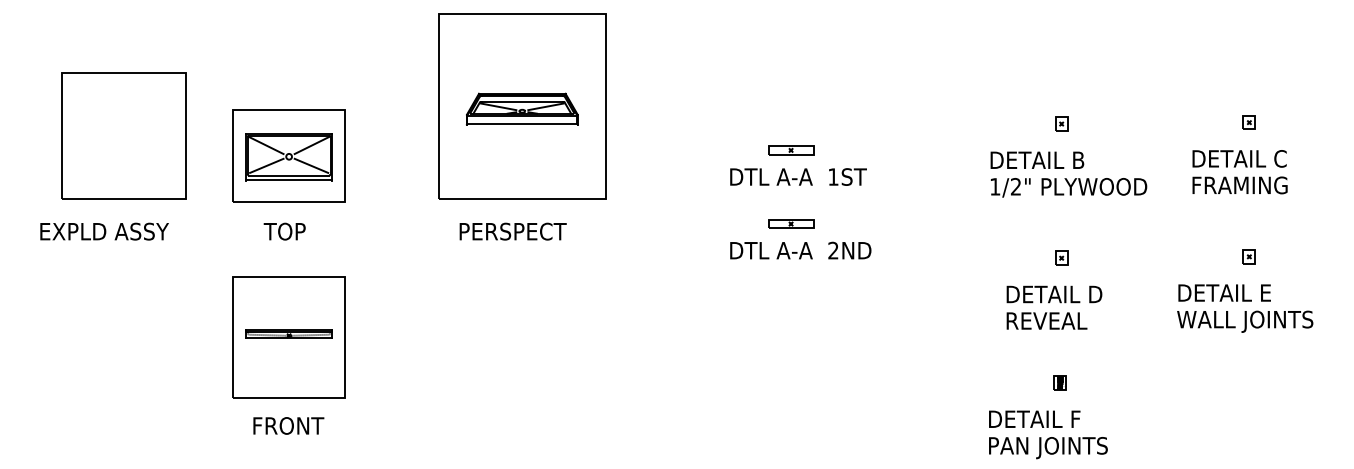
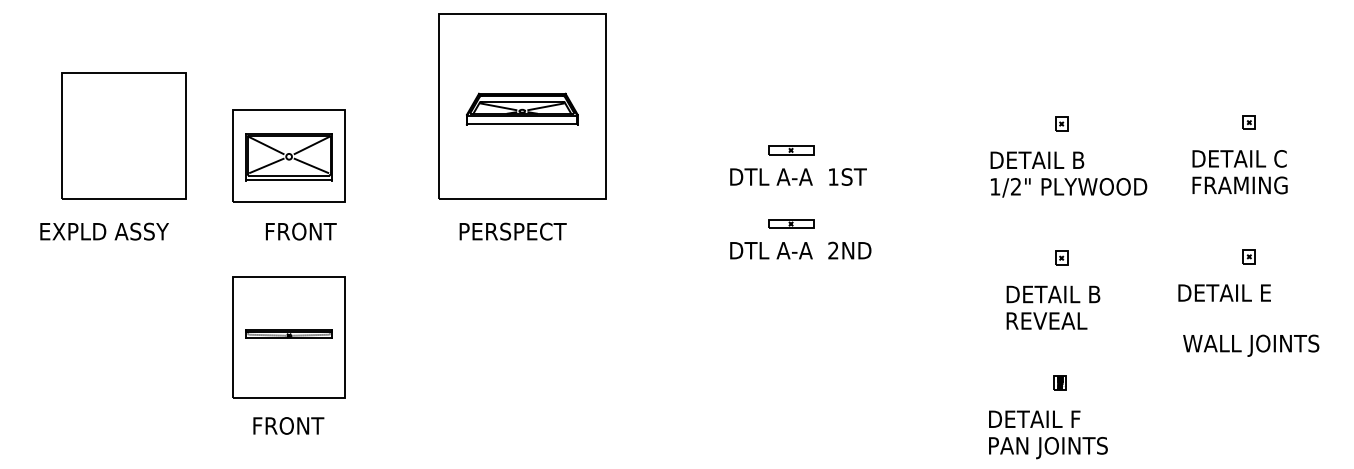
text at (299, 231): TOP -> FRONT
text at (1096, 294): DETAIL D -> DETAIL B
text at (1245, 321) position: (1245, 321) -> (1251, 345)
